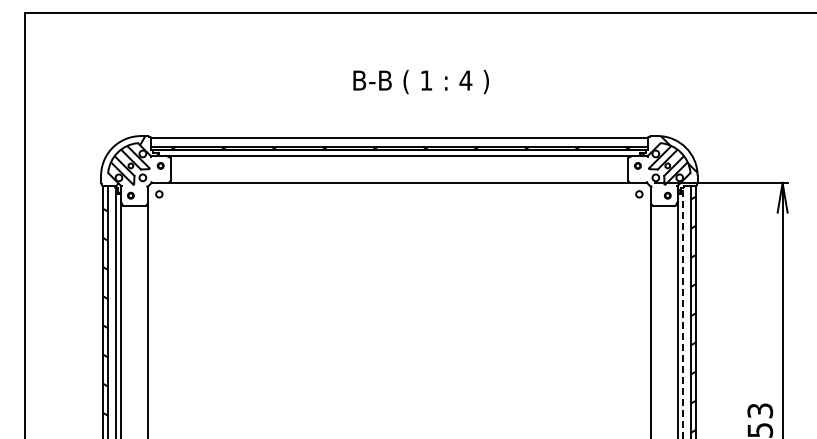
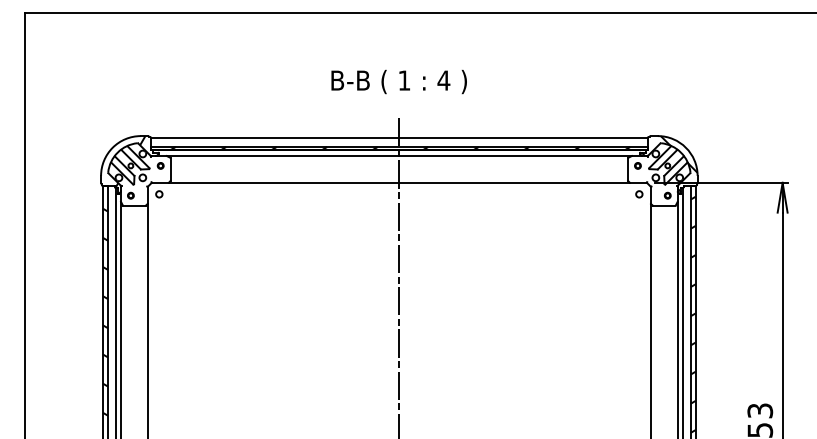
text at (420, 81) position: (420, 81) -> (398, 81)
line at (399, 276): none -> present
line at (682, 312): dashed -> solid
